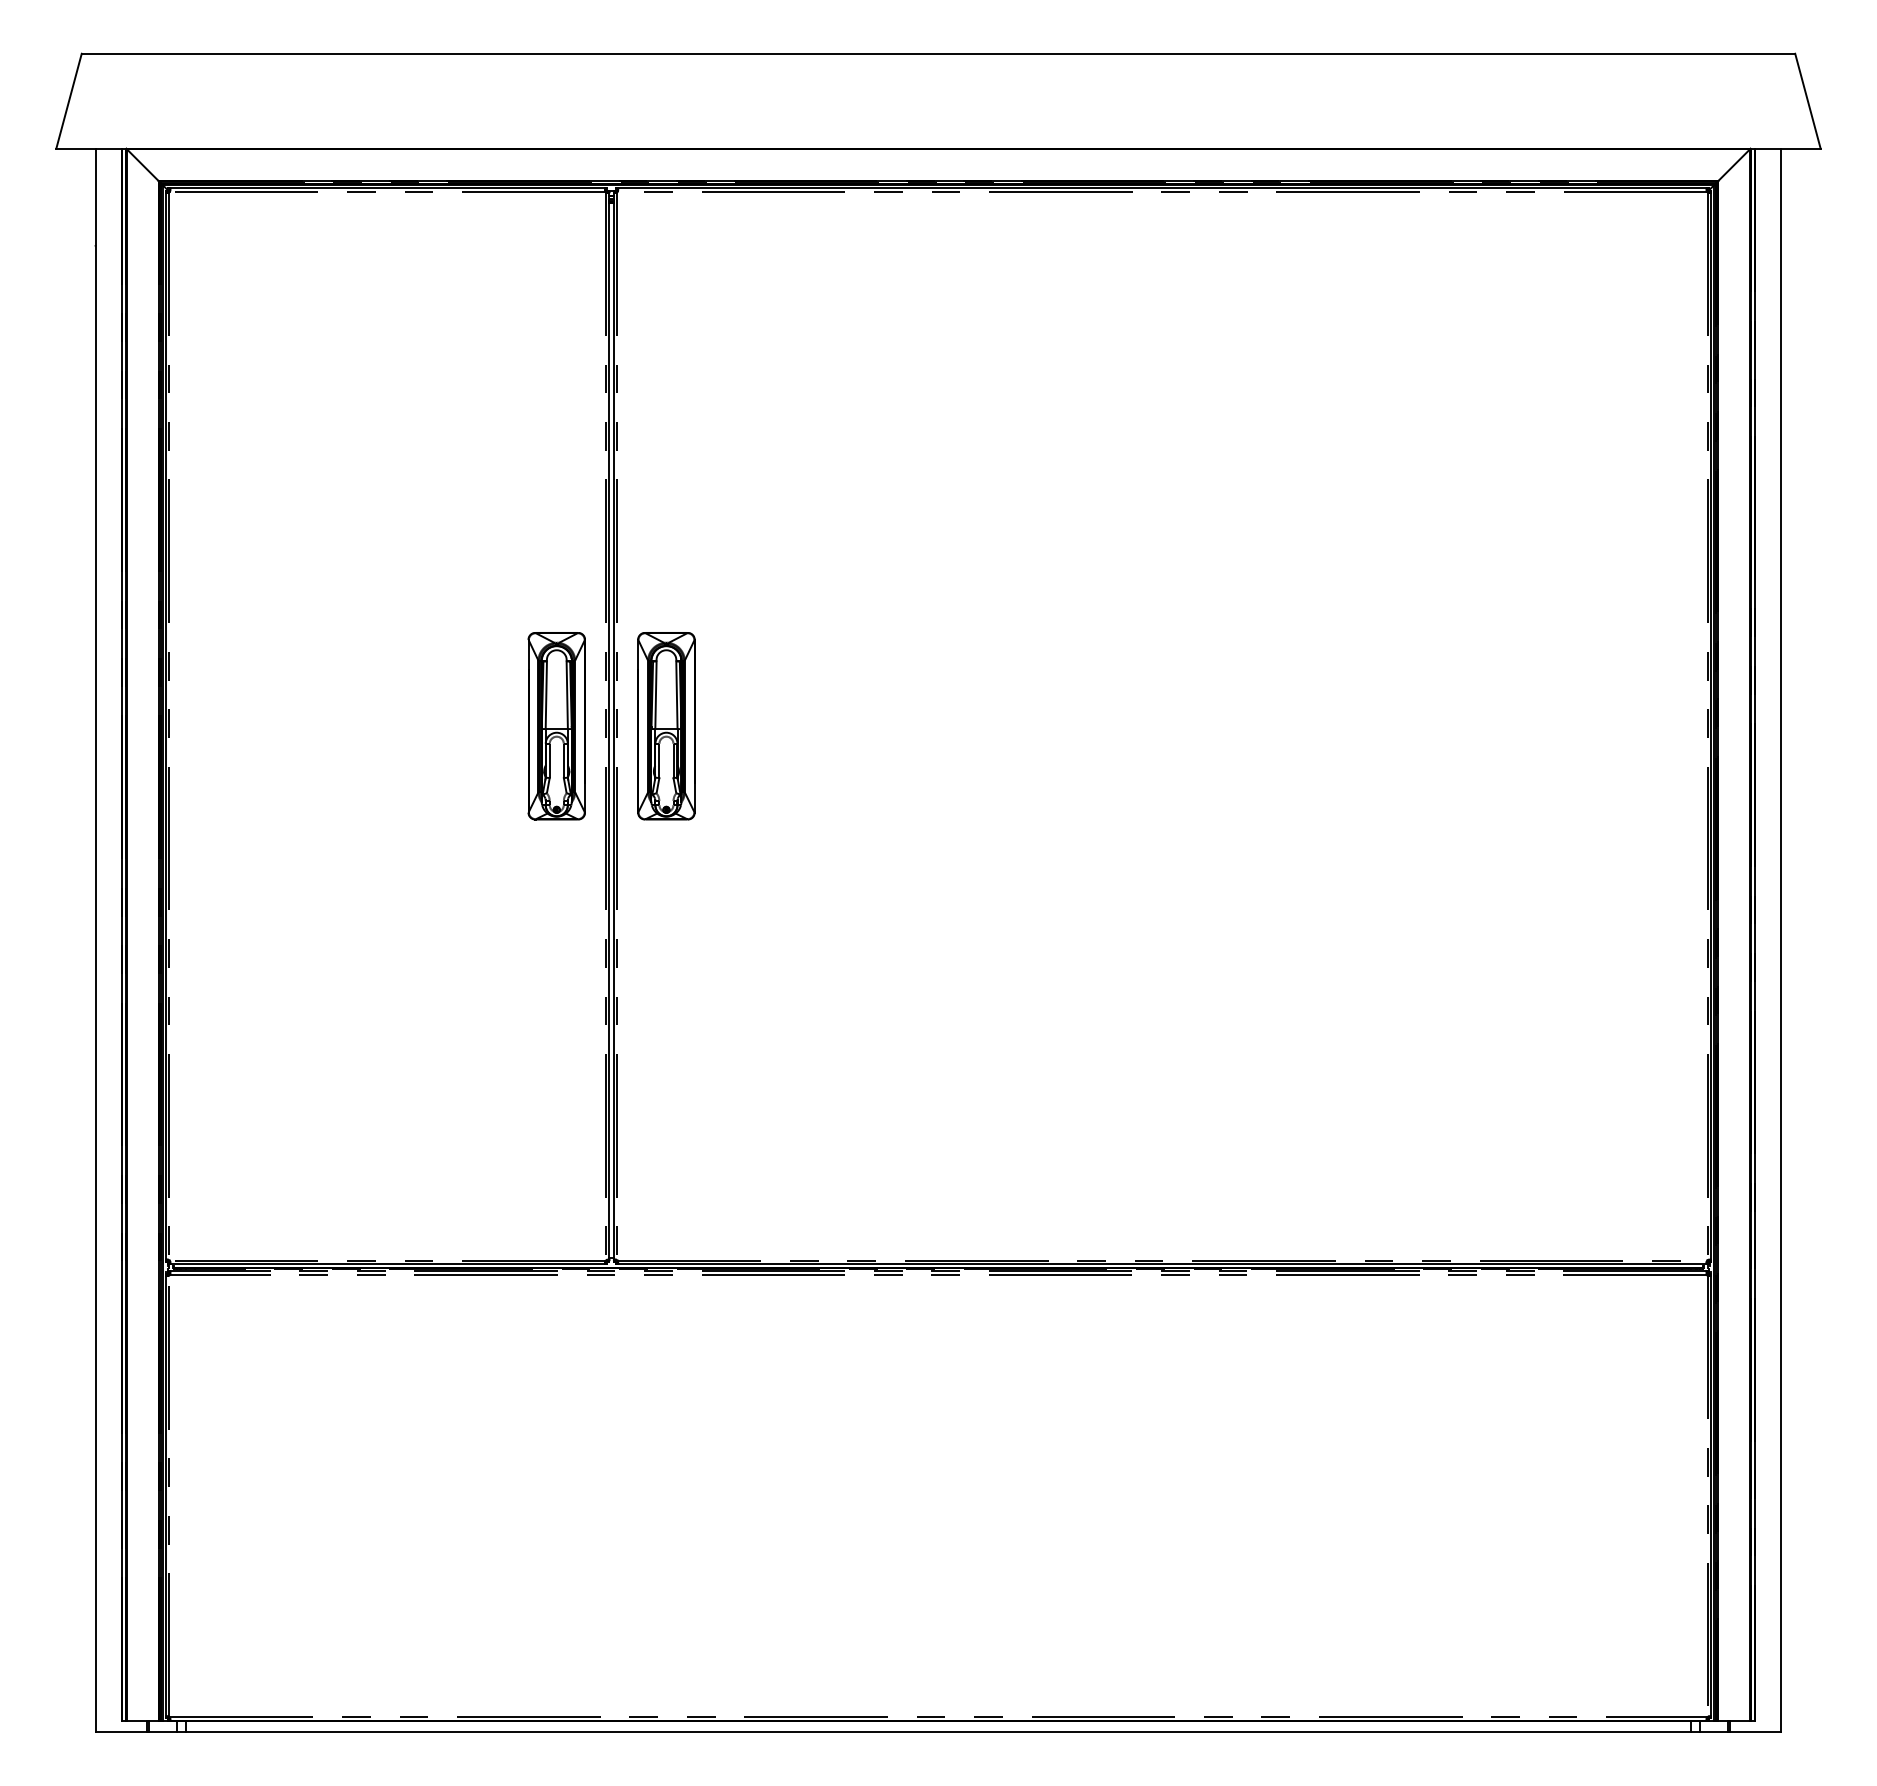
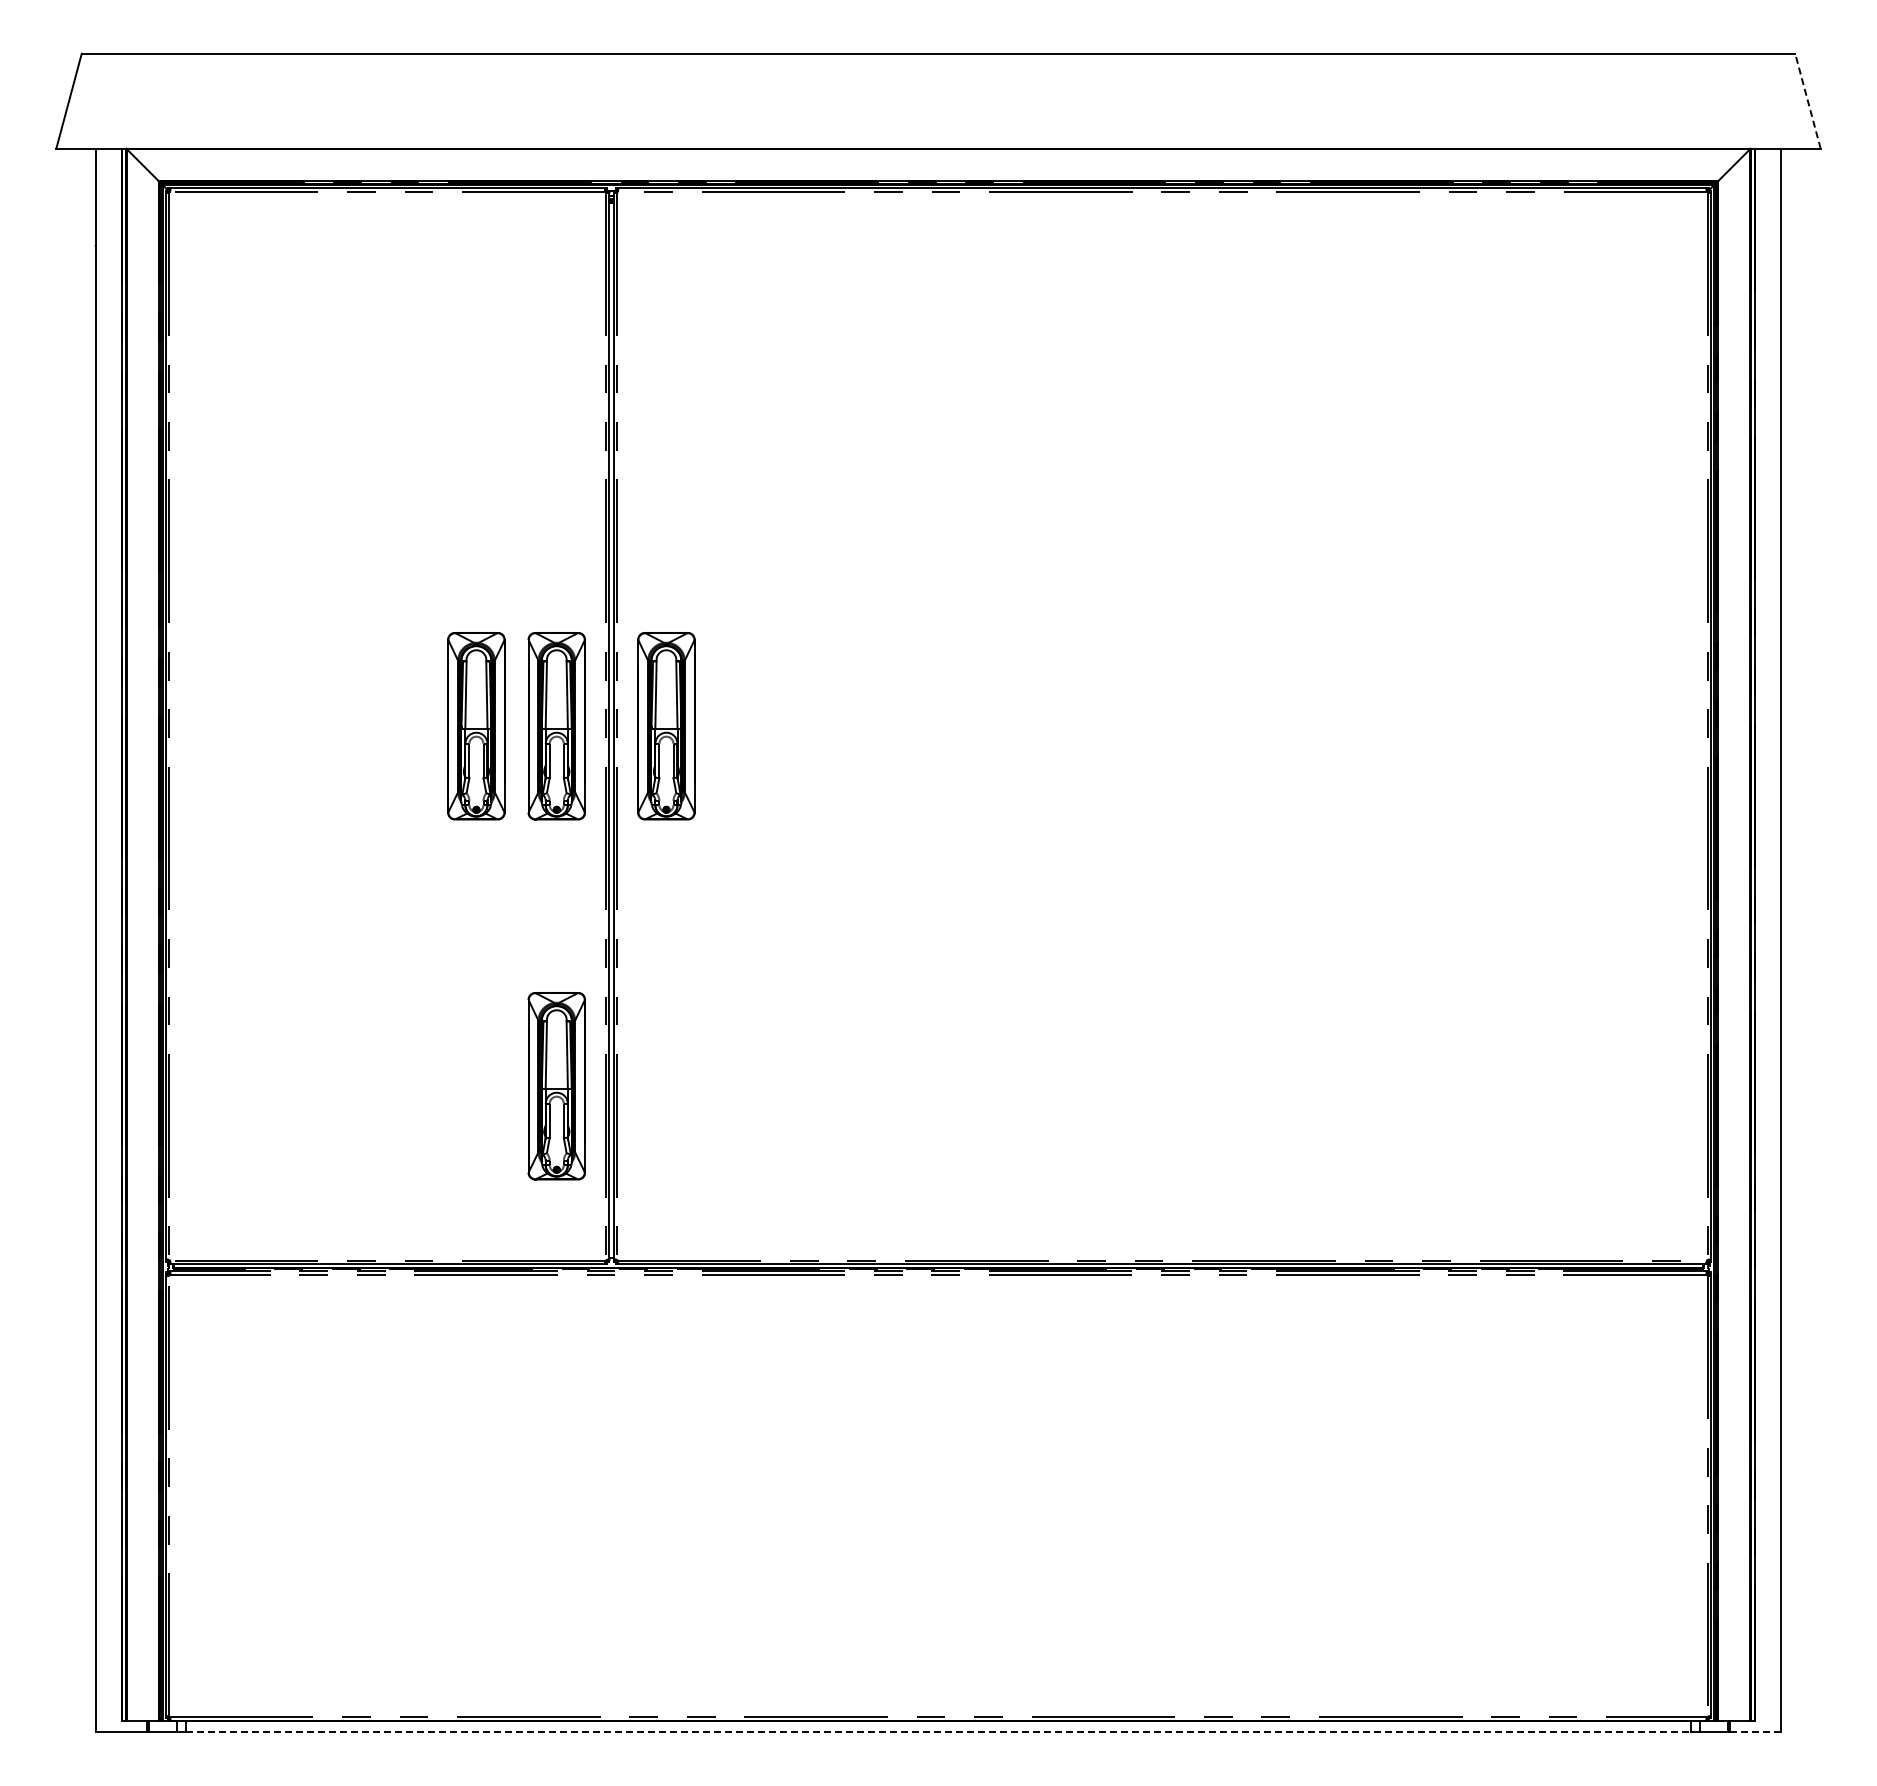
line at (1807, 100): solid -> dashed
part at (476, 726): none -> present
part at (556, 1086): none -> present
line at (939, 1732): solid -> dashed
line at (1756, 1732): solid -> dashed
